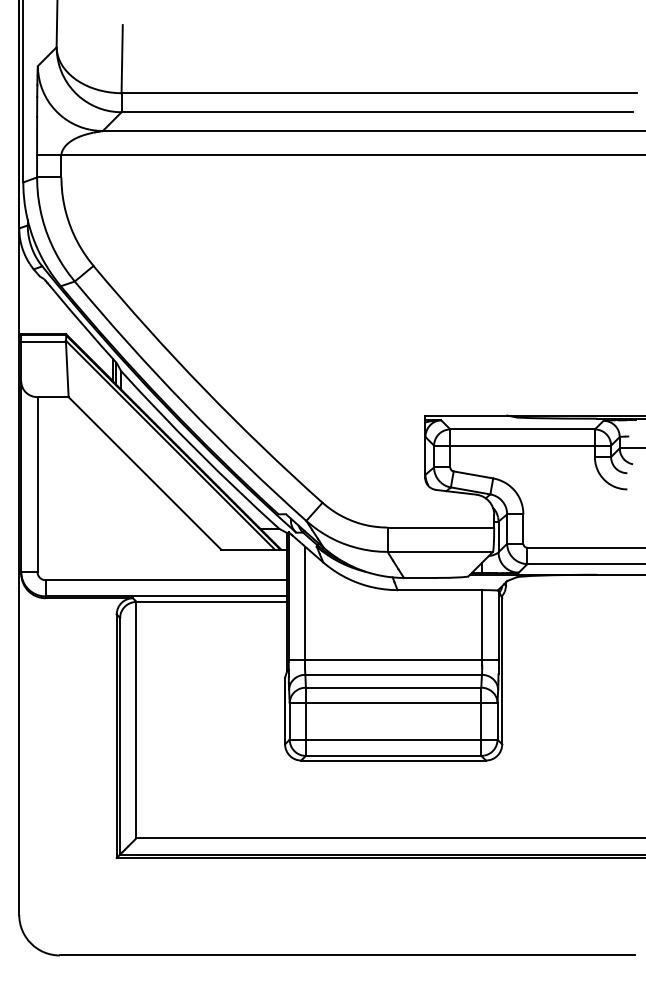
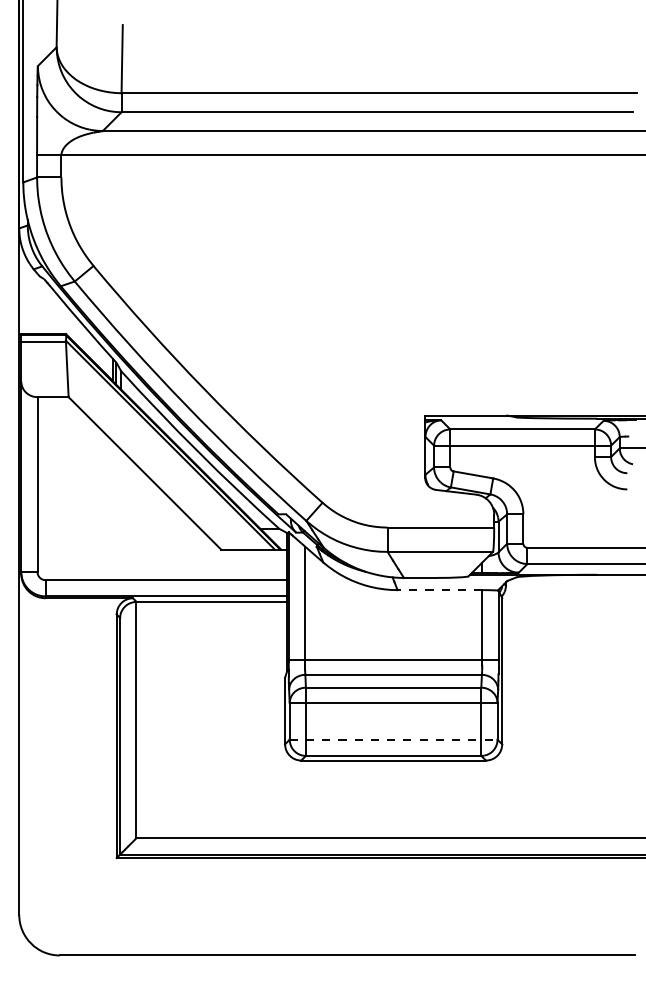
line at (439, 590): solid -> dashed
line at (393, 739): solid -> dashed
